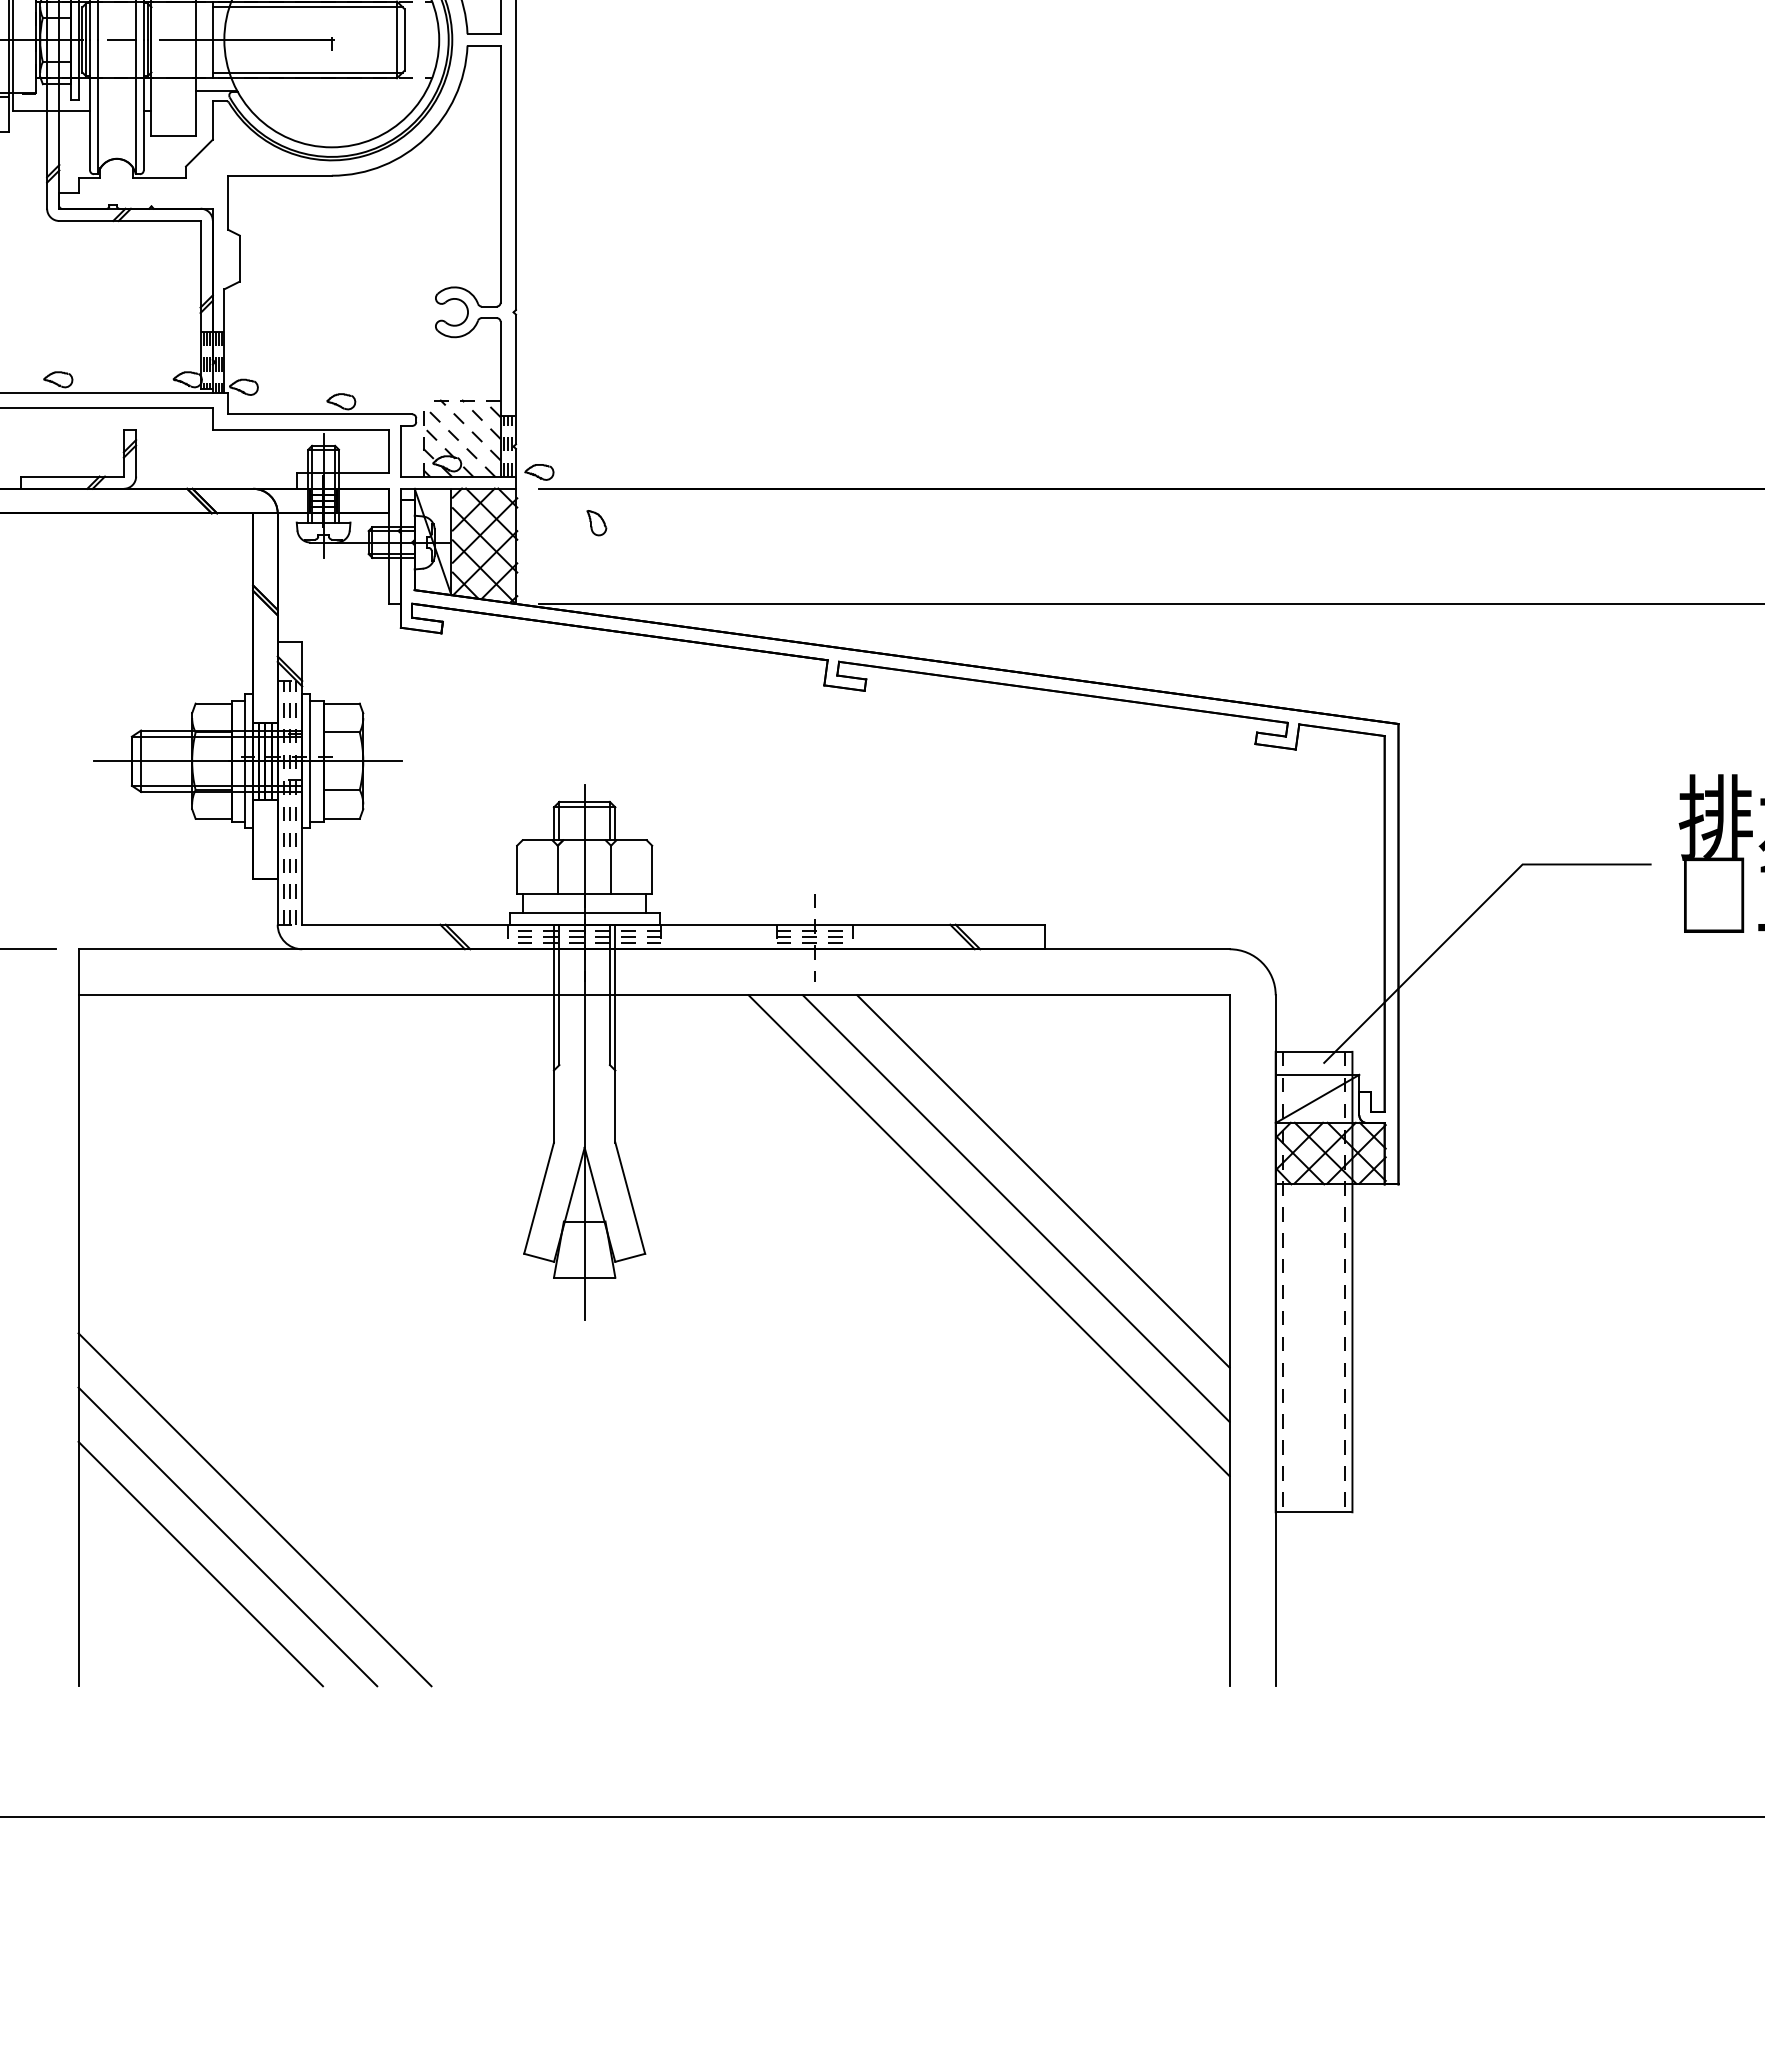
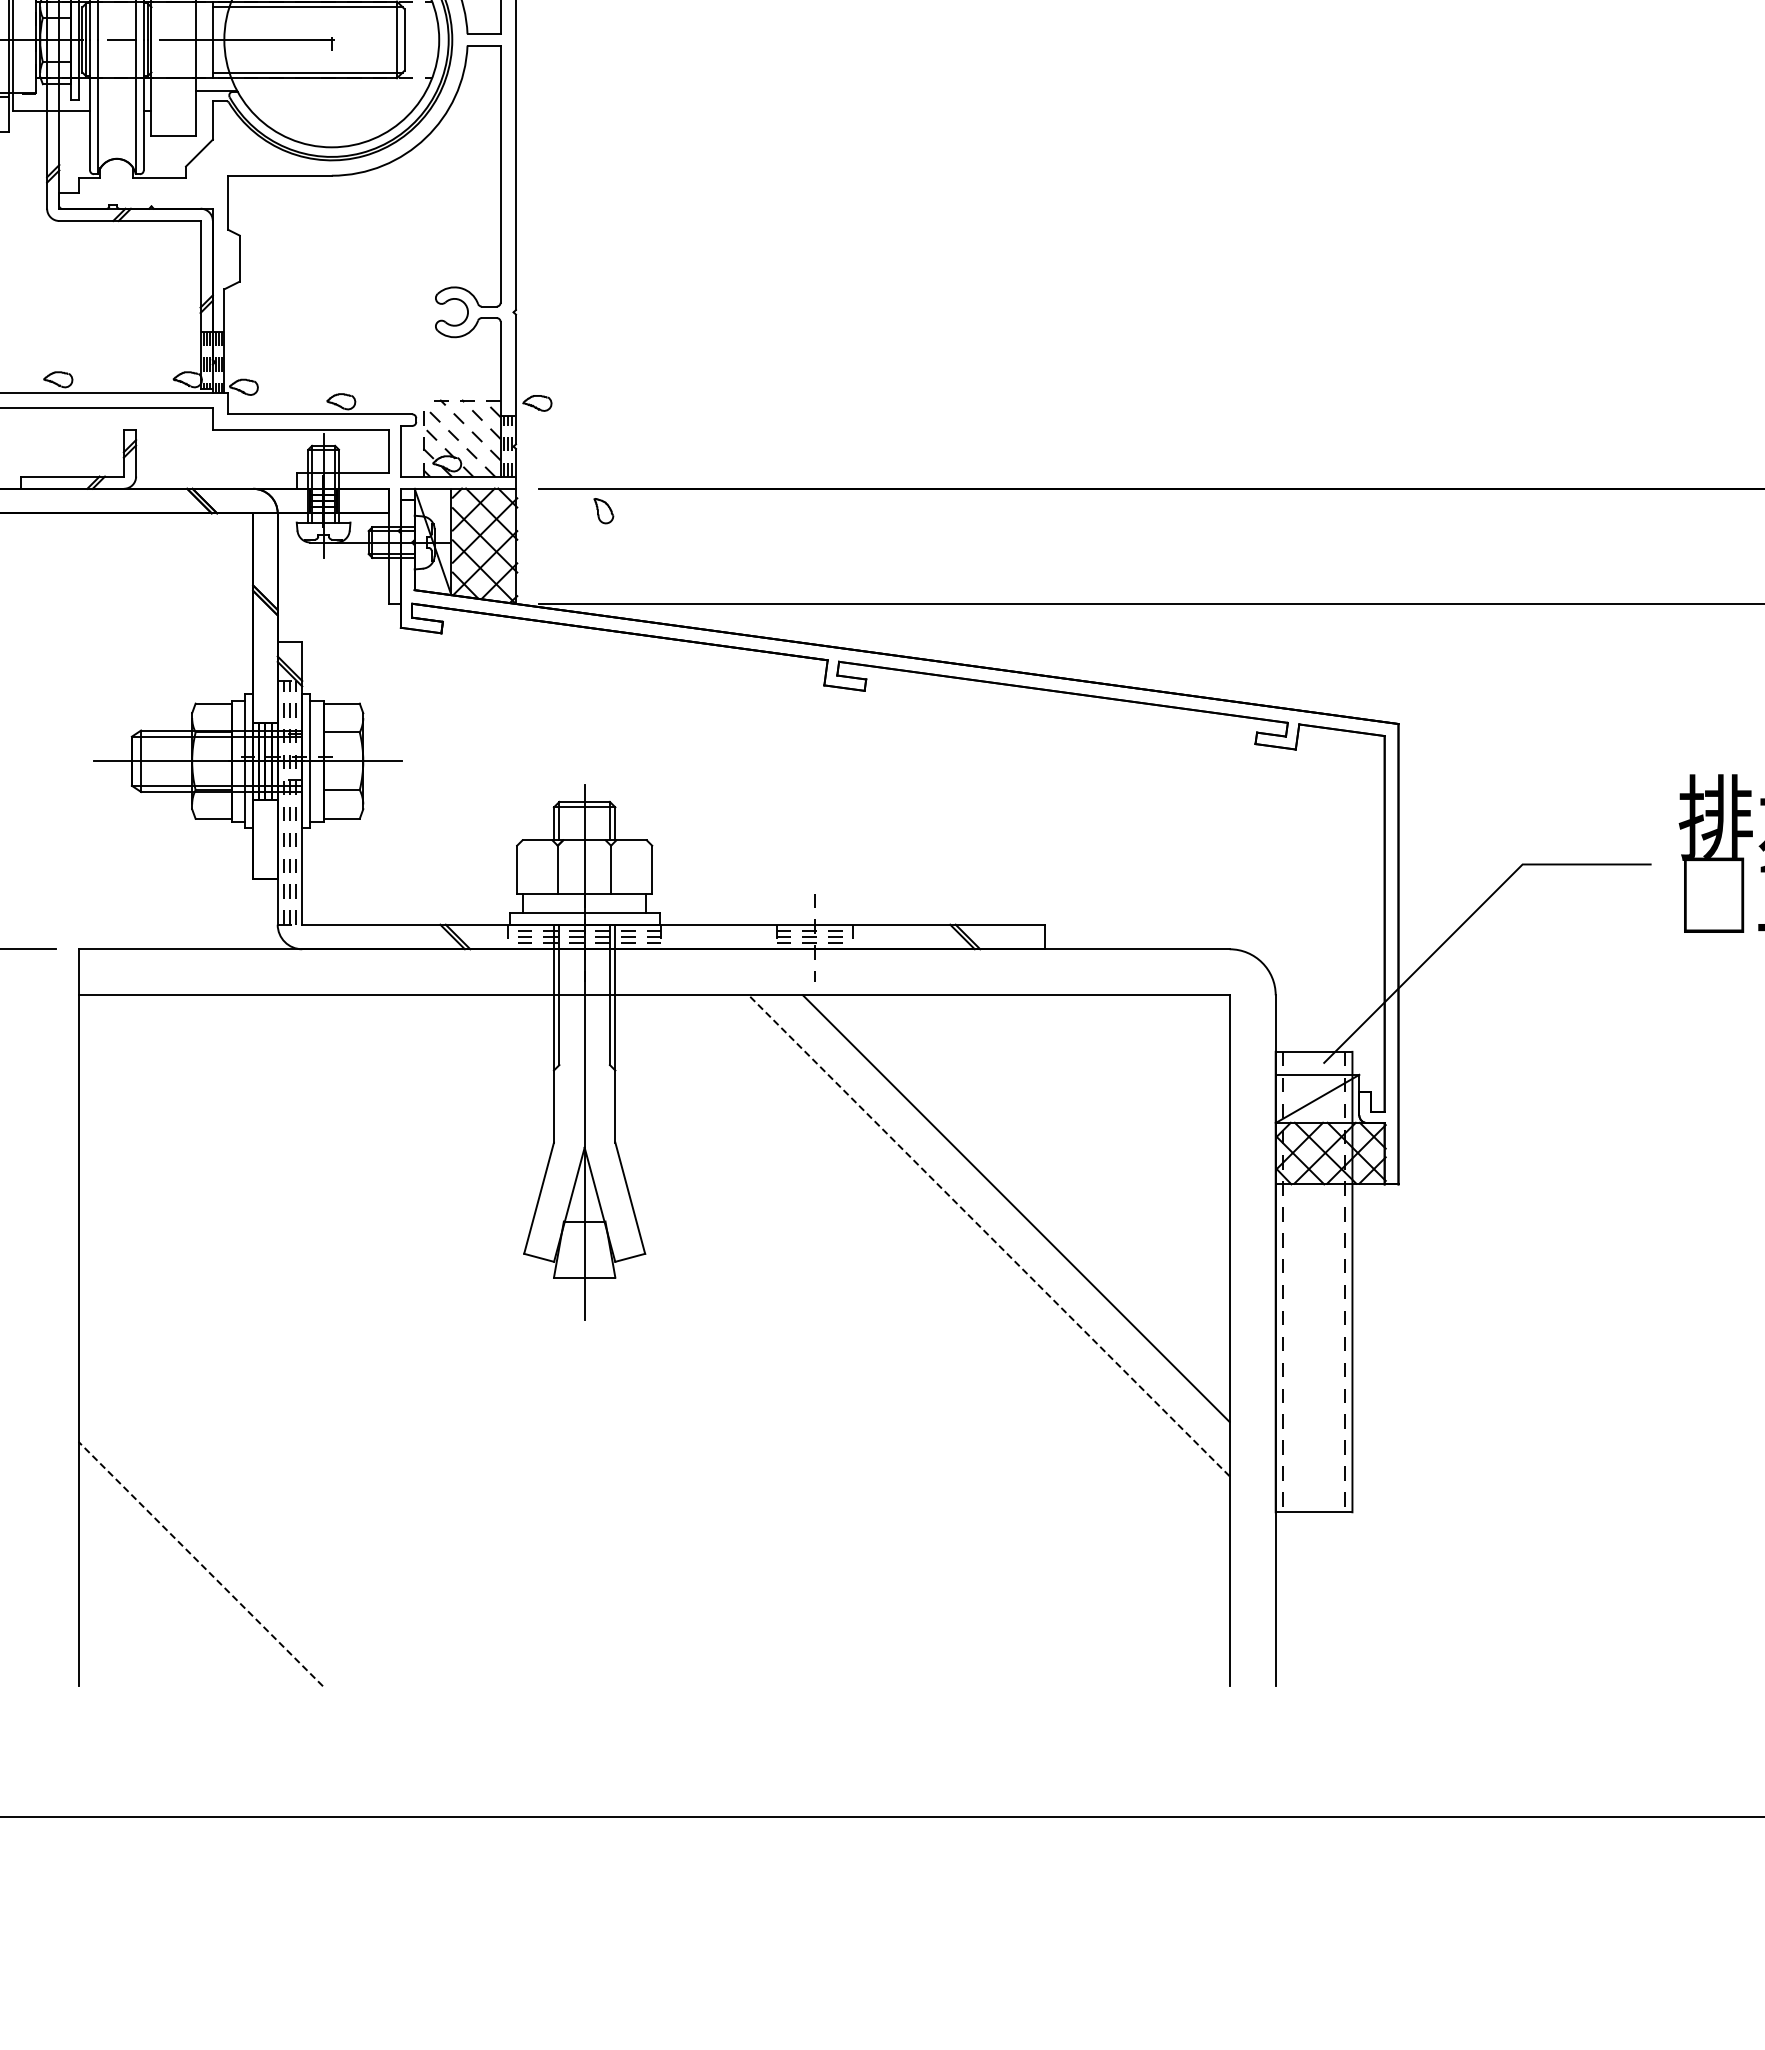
part at (539, 472) position: (539, 472) -> (537, 403)
part at (596, 523) position: (596, 523) -> (603, 511)
line at (1043, 1181): present -> none
line at (988, 1235): solid -> dashed
line at (254, 1509): present -> none
line at (227, 1536): present -> none
line at (200, 1564): solid -> dashed
